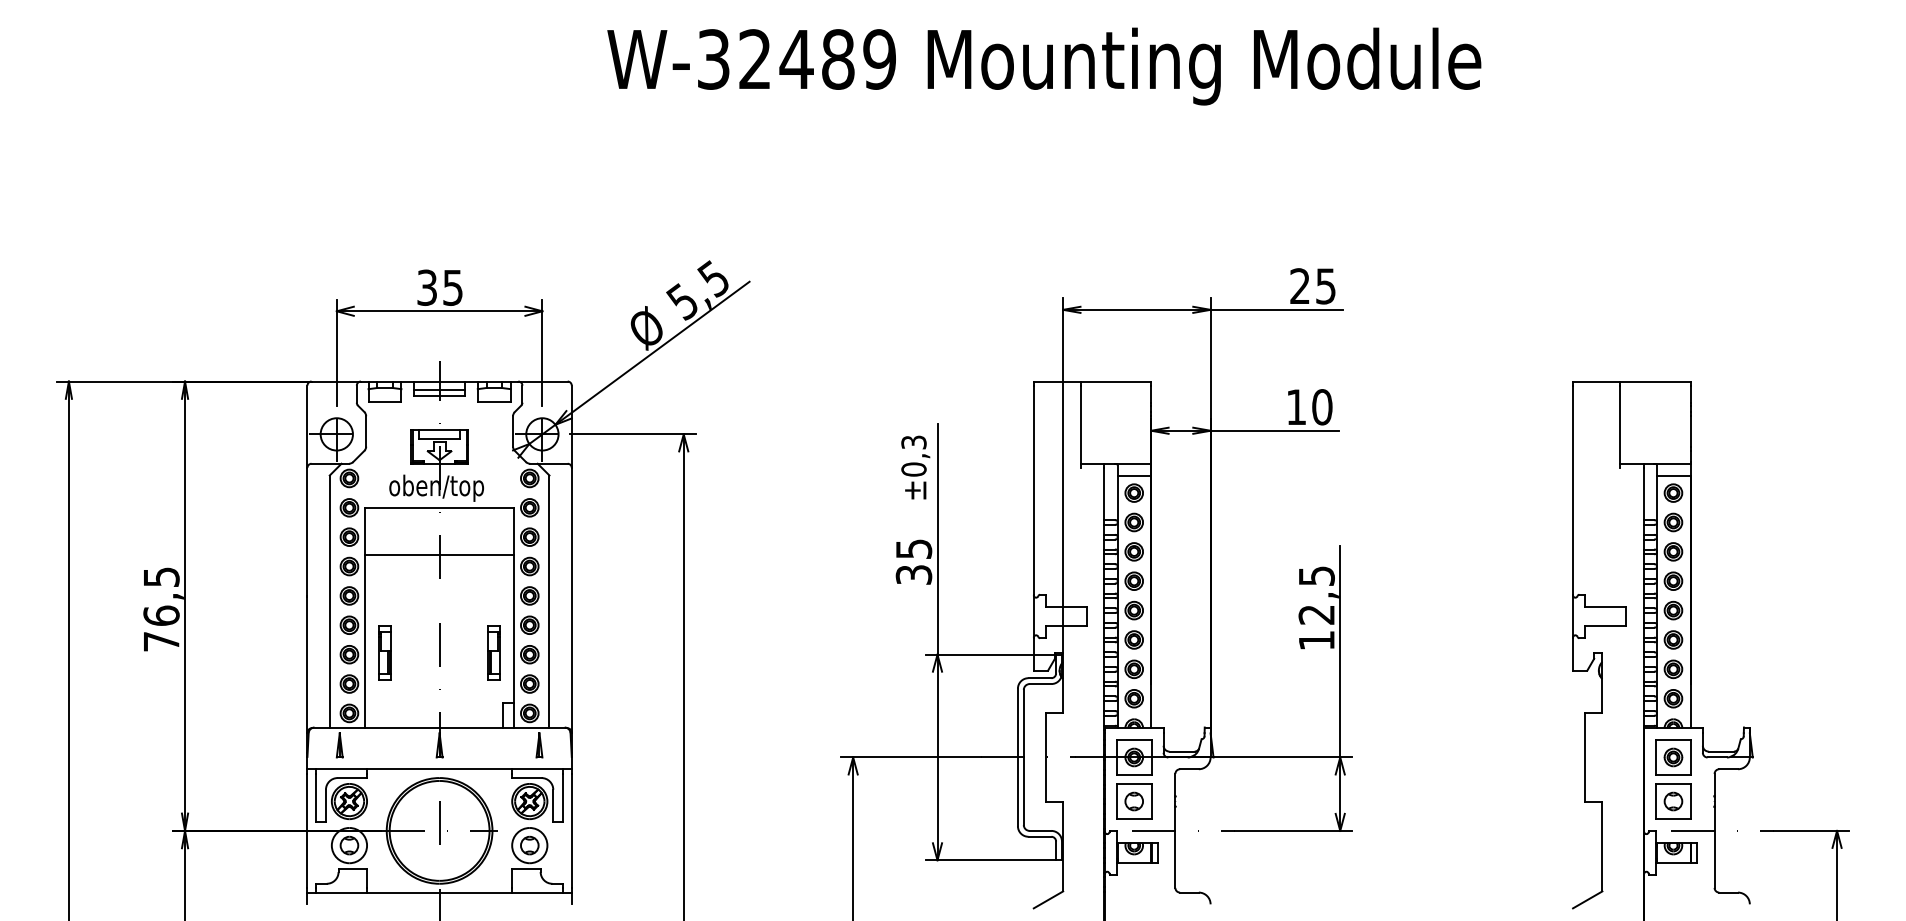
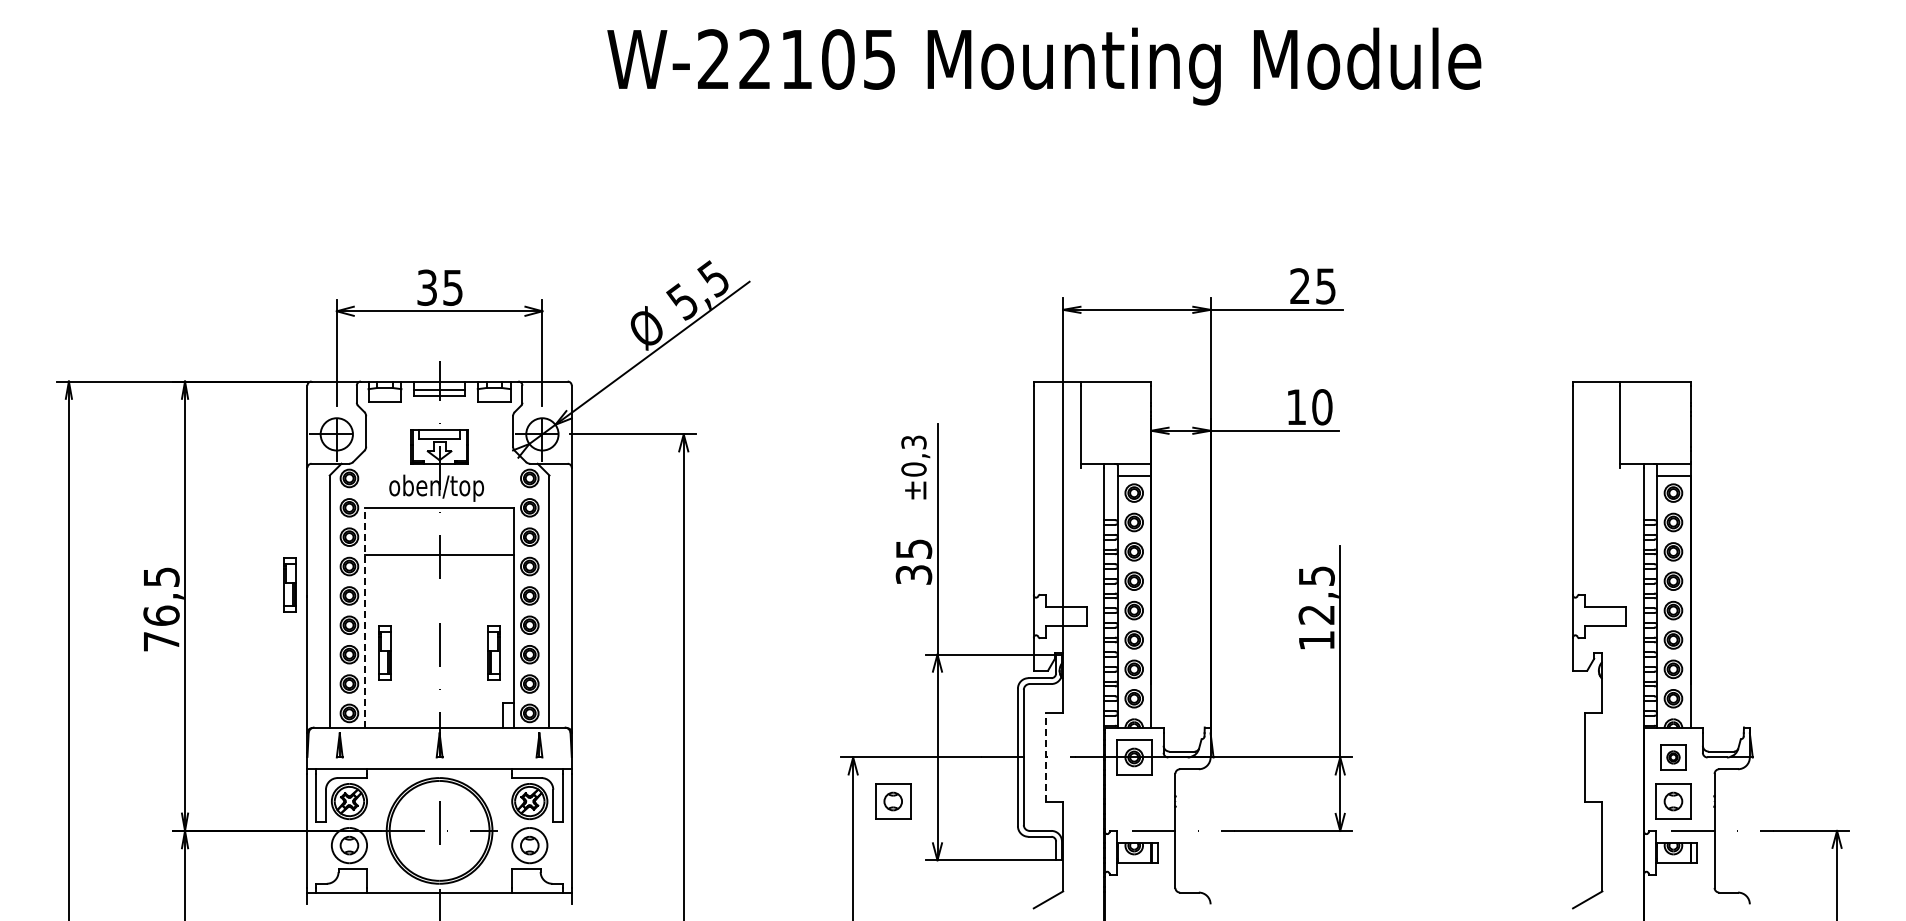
text at (796, 59): W-32489 -> W-22105
part at (289, 584): none -> present
line at (365, 617): solid -> dashed
line at (1045, 756): solid -> dashed
part at (1673, 757) size: 37x37 px -> 27x27 px
part at (1134, 801) position: (1134, 801) -> (893, 801)
